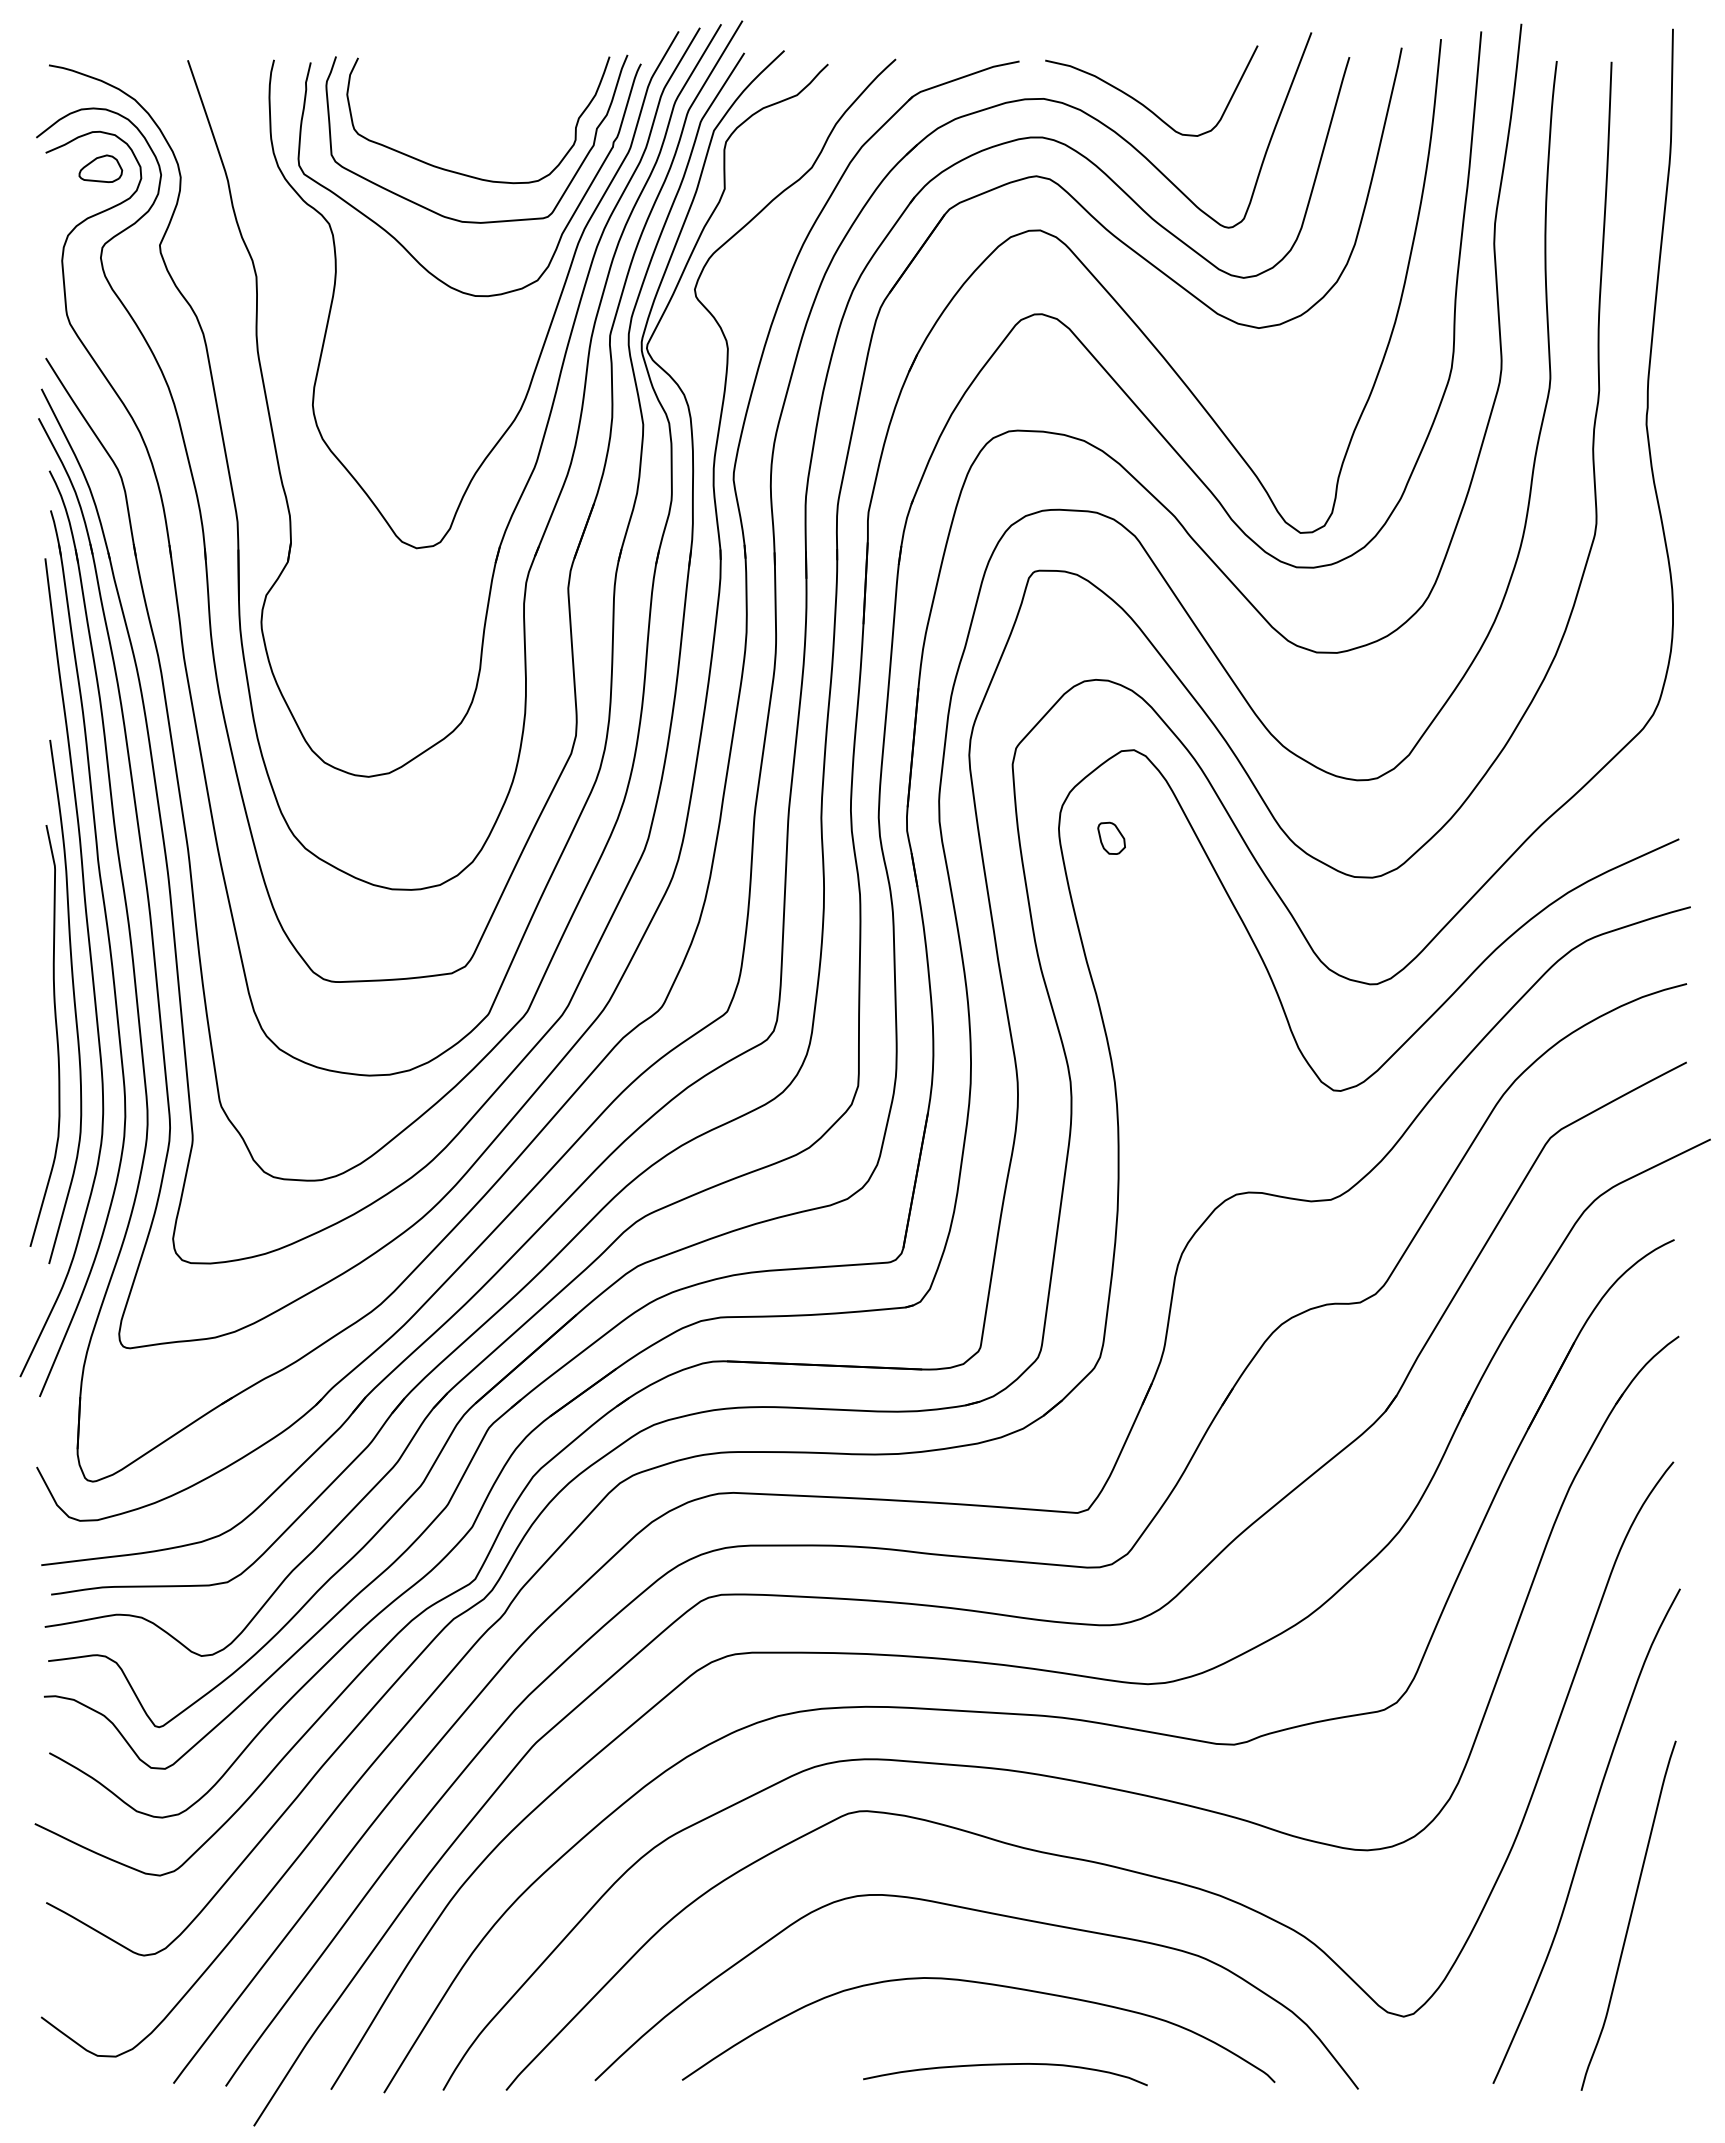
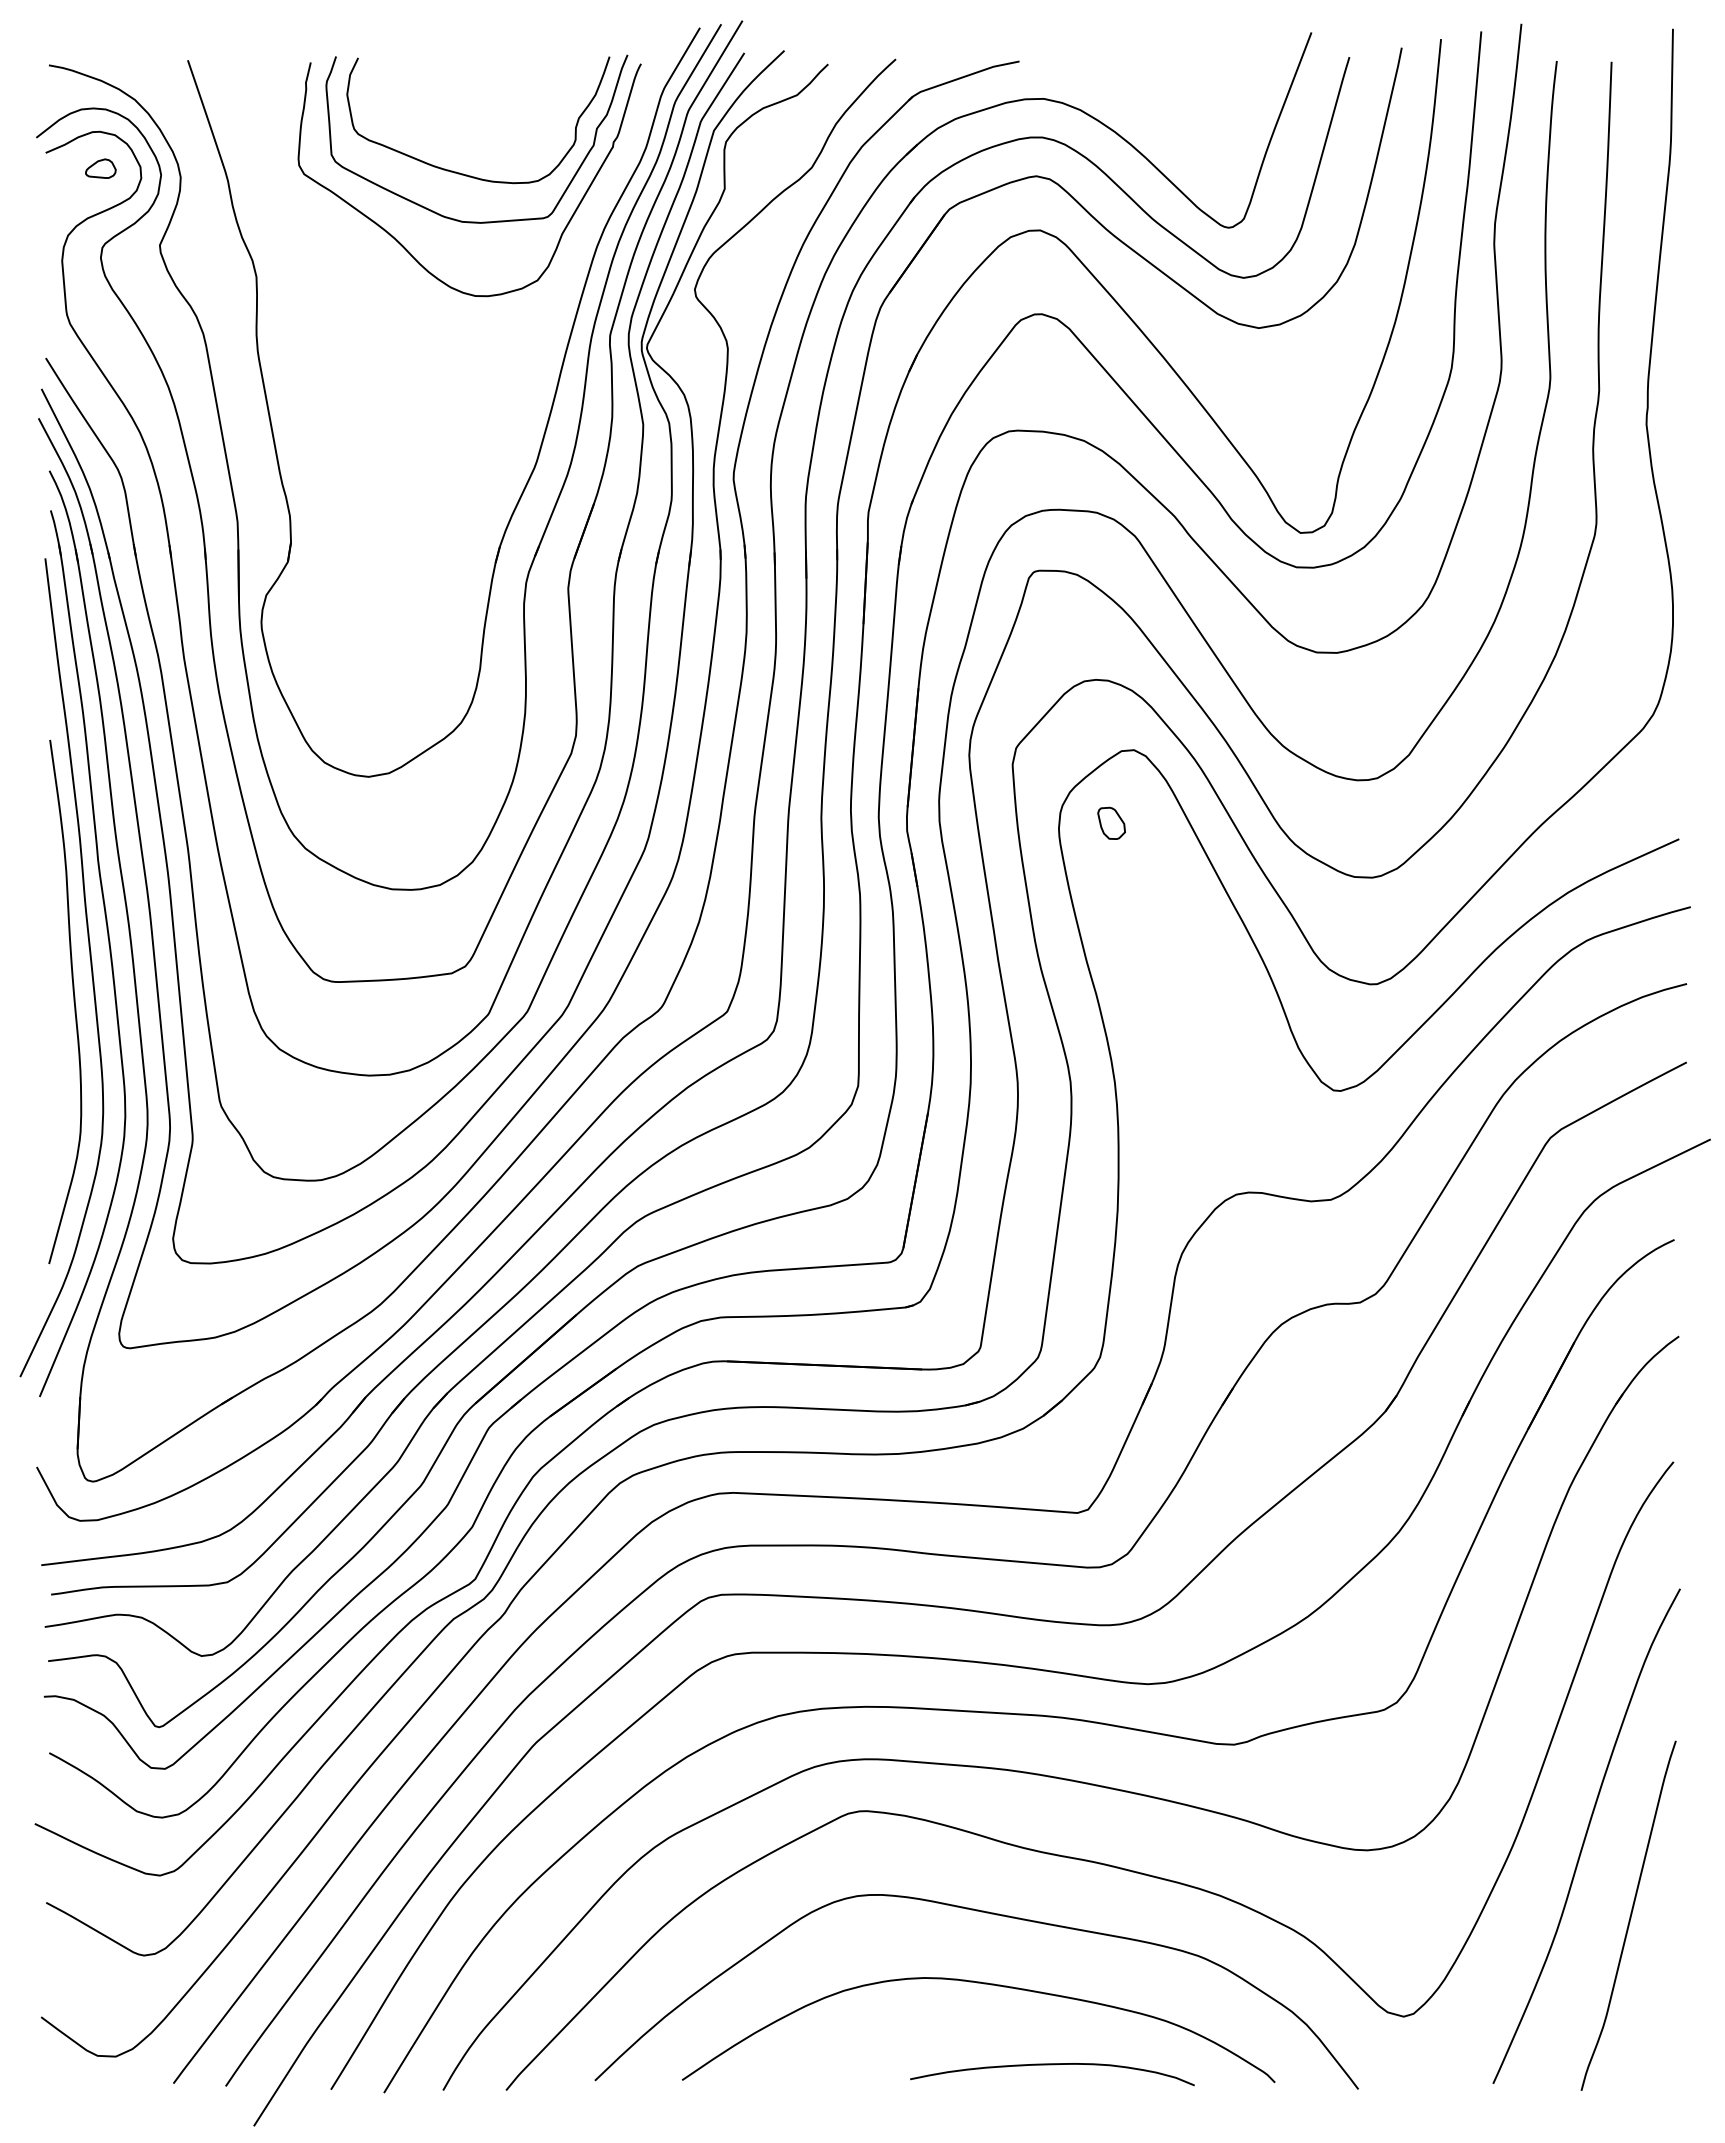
curve at (1141, 102): present -> none
part at (100, 168) size: 46x29 px -> 32x21 px
curve at (552, 316): present -> none
part at (1111, 837) position: (1111, 837) -> (1111, 822)
curve at (56, 1035): present -> none
curve at (1005, 2065) position: (1005, 2065) -> (1052, 2065)
